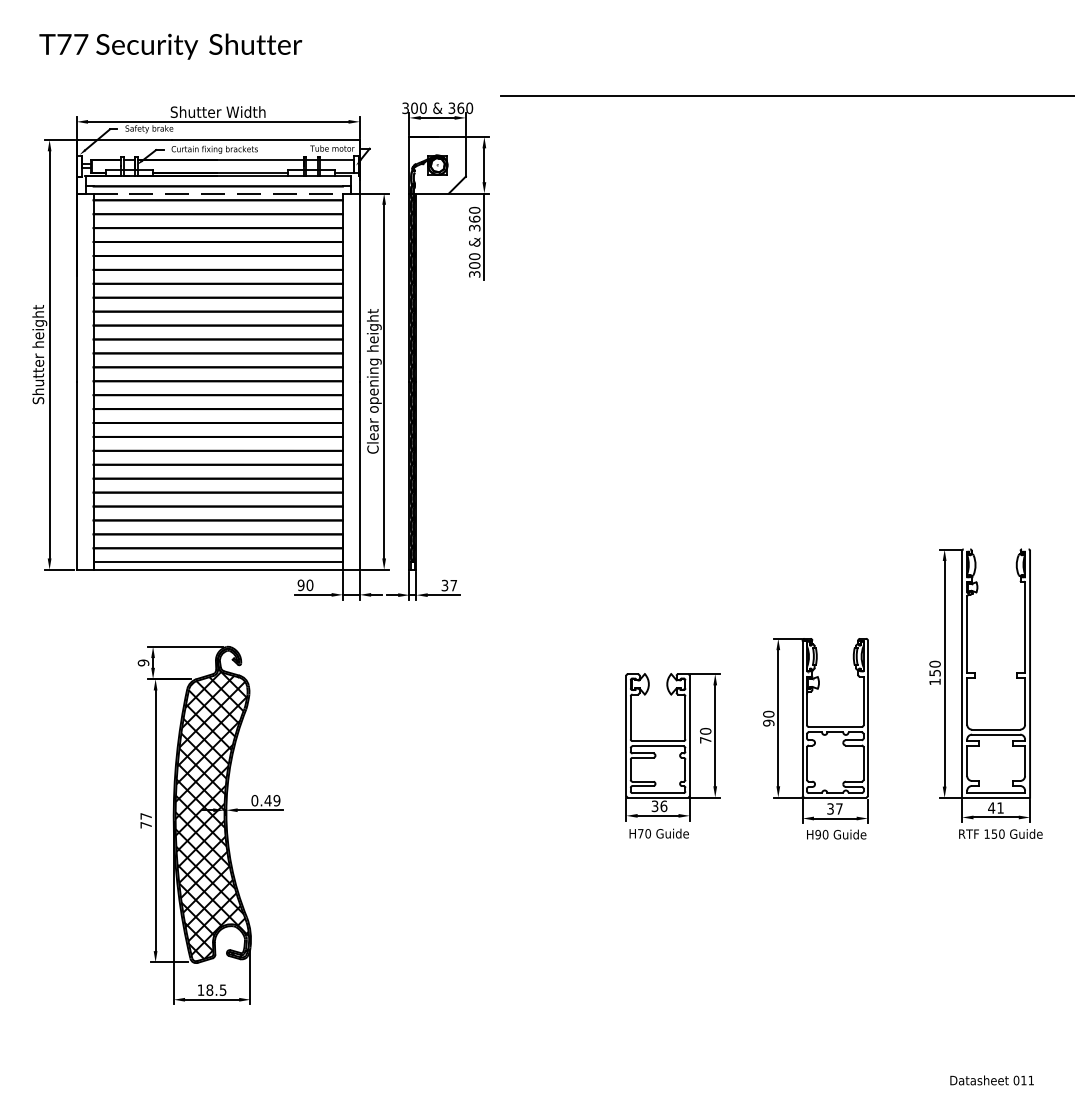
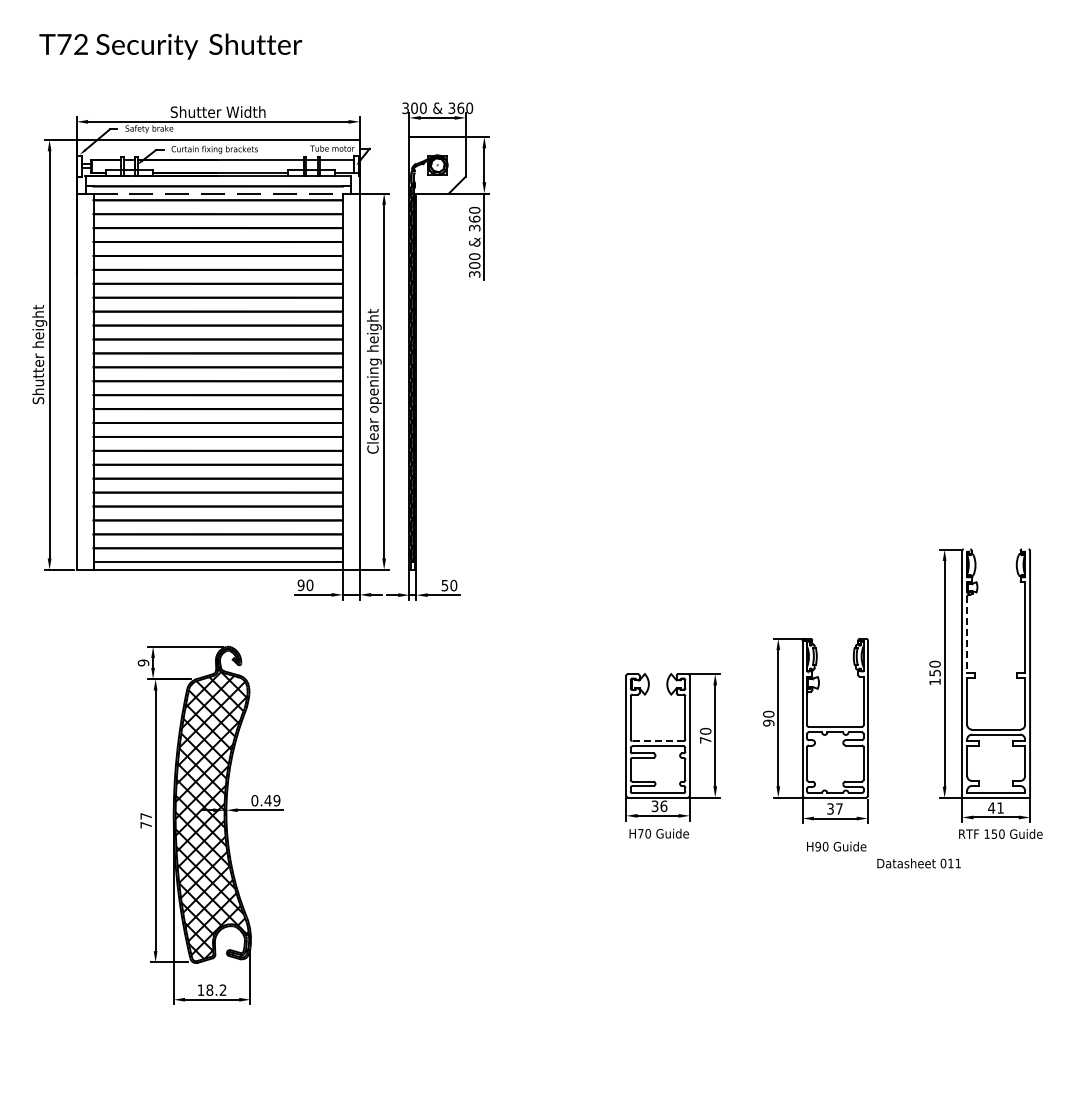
text at (81, 44): T77 -> T72
line at (785, 95): present -> none
text at (449, 585): 37 -> 50
line at (967, 635): solid -> dashed
line at (658, 741): solid -> dashed
text at (836, 834) position: (836, 834) -> (836, 846)
text at (222, 989): 18.5 -> 18.2
text at (991, 1080) position: (991, 1080) -> (918, 863)
